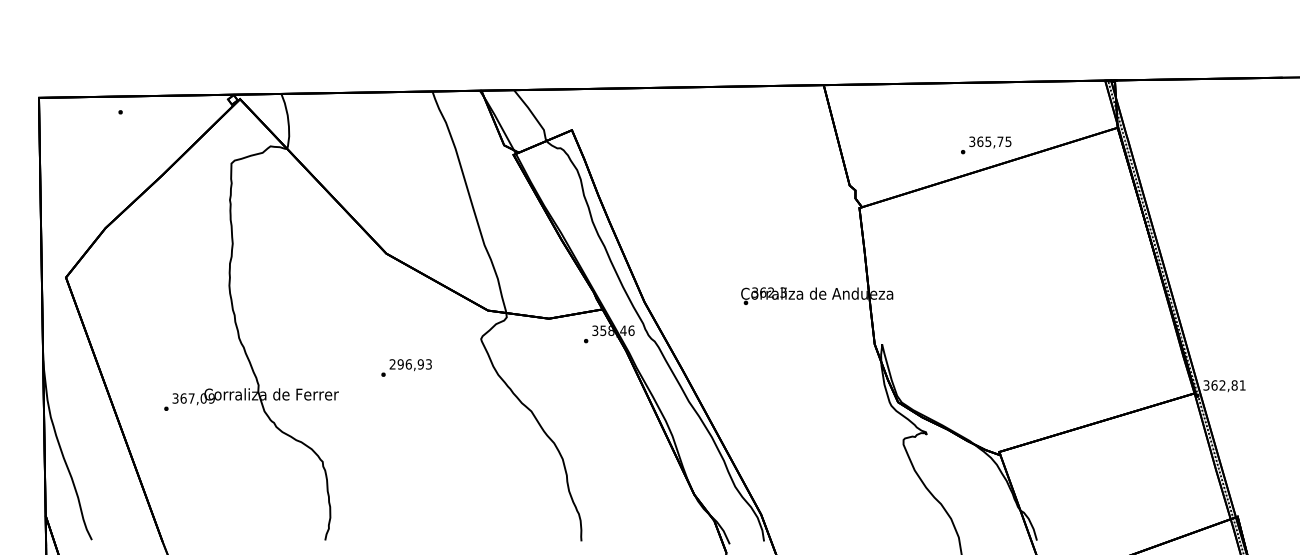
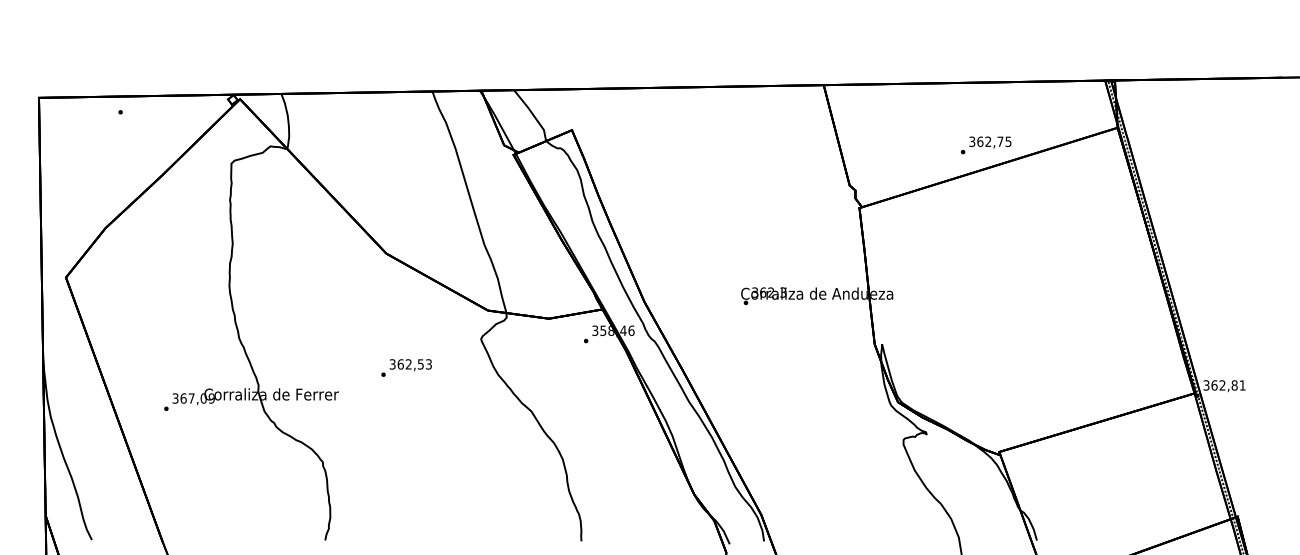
text at (988, 141): 365,75 -> 362,75
text at (406, 364): 296,93 -> 362,53
